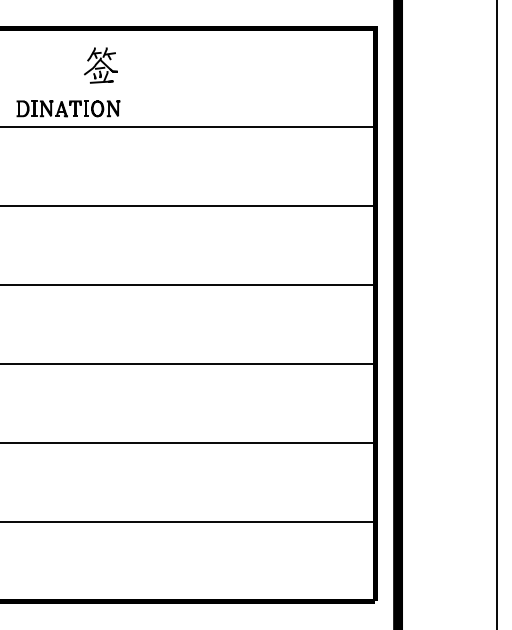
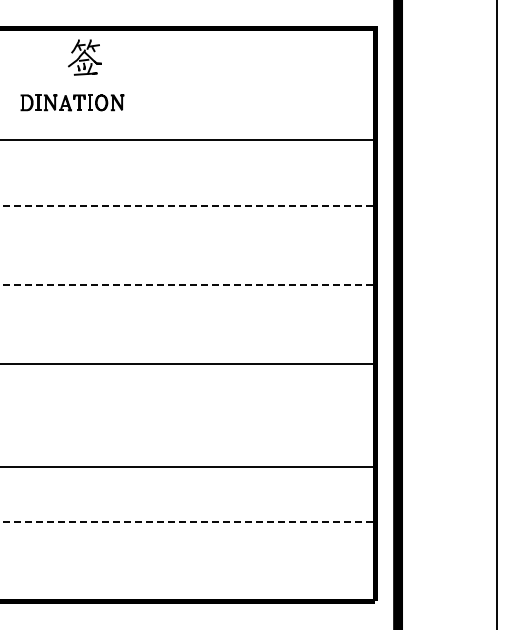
part at (100, 65) position: (100, 65) -> (84, 57)
part at (68, 108) position: (68, 108) -> (72, 102)
line at (188, 127) position: (188, 127) -> (188, 140)
line at (188, 206): solid -> dashed
line at (188, 285): solid -> dashed
line at (188, 443) position: (188, 443) -> (188, 467)
line at (188, 522): solid -> dashed
